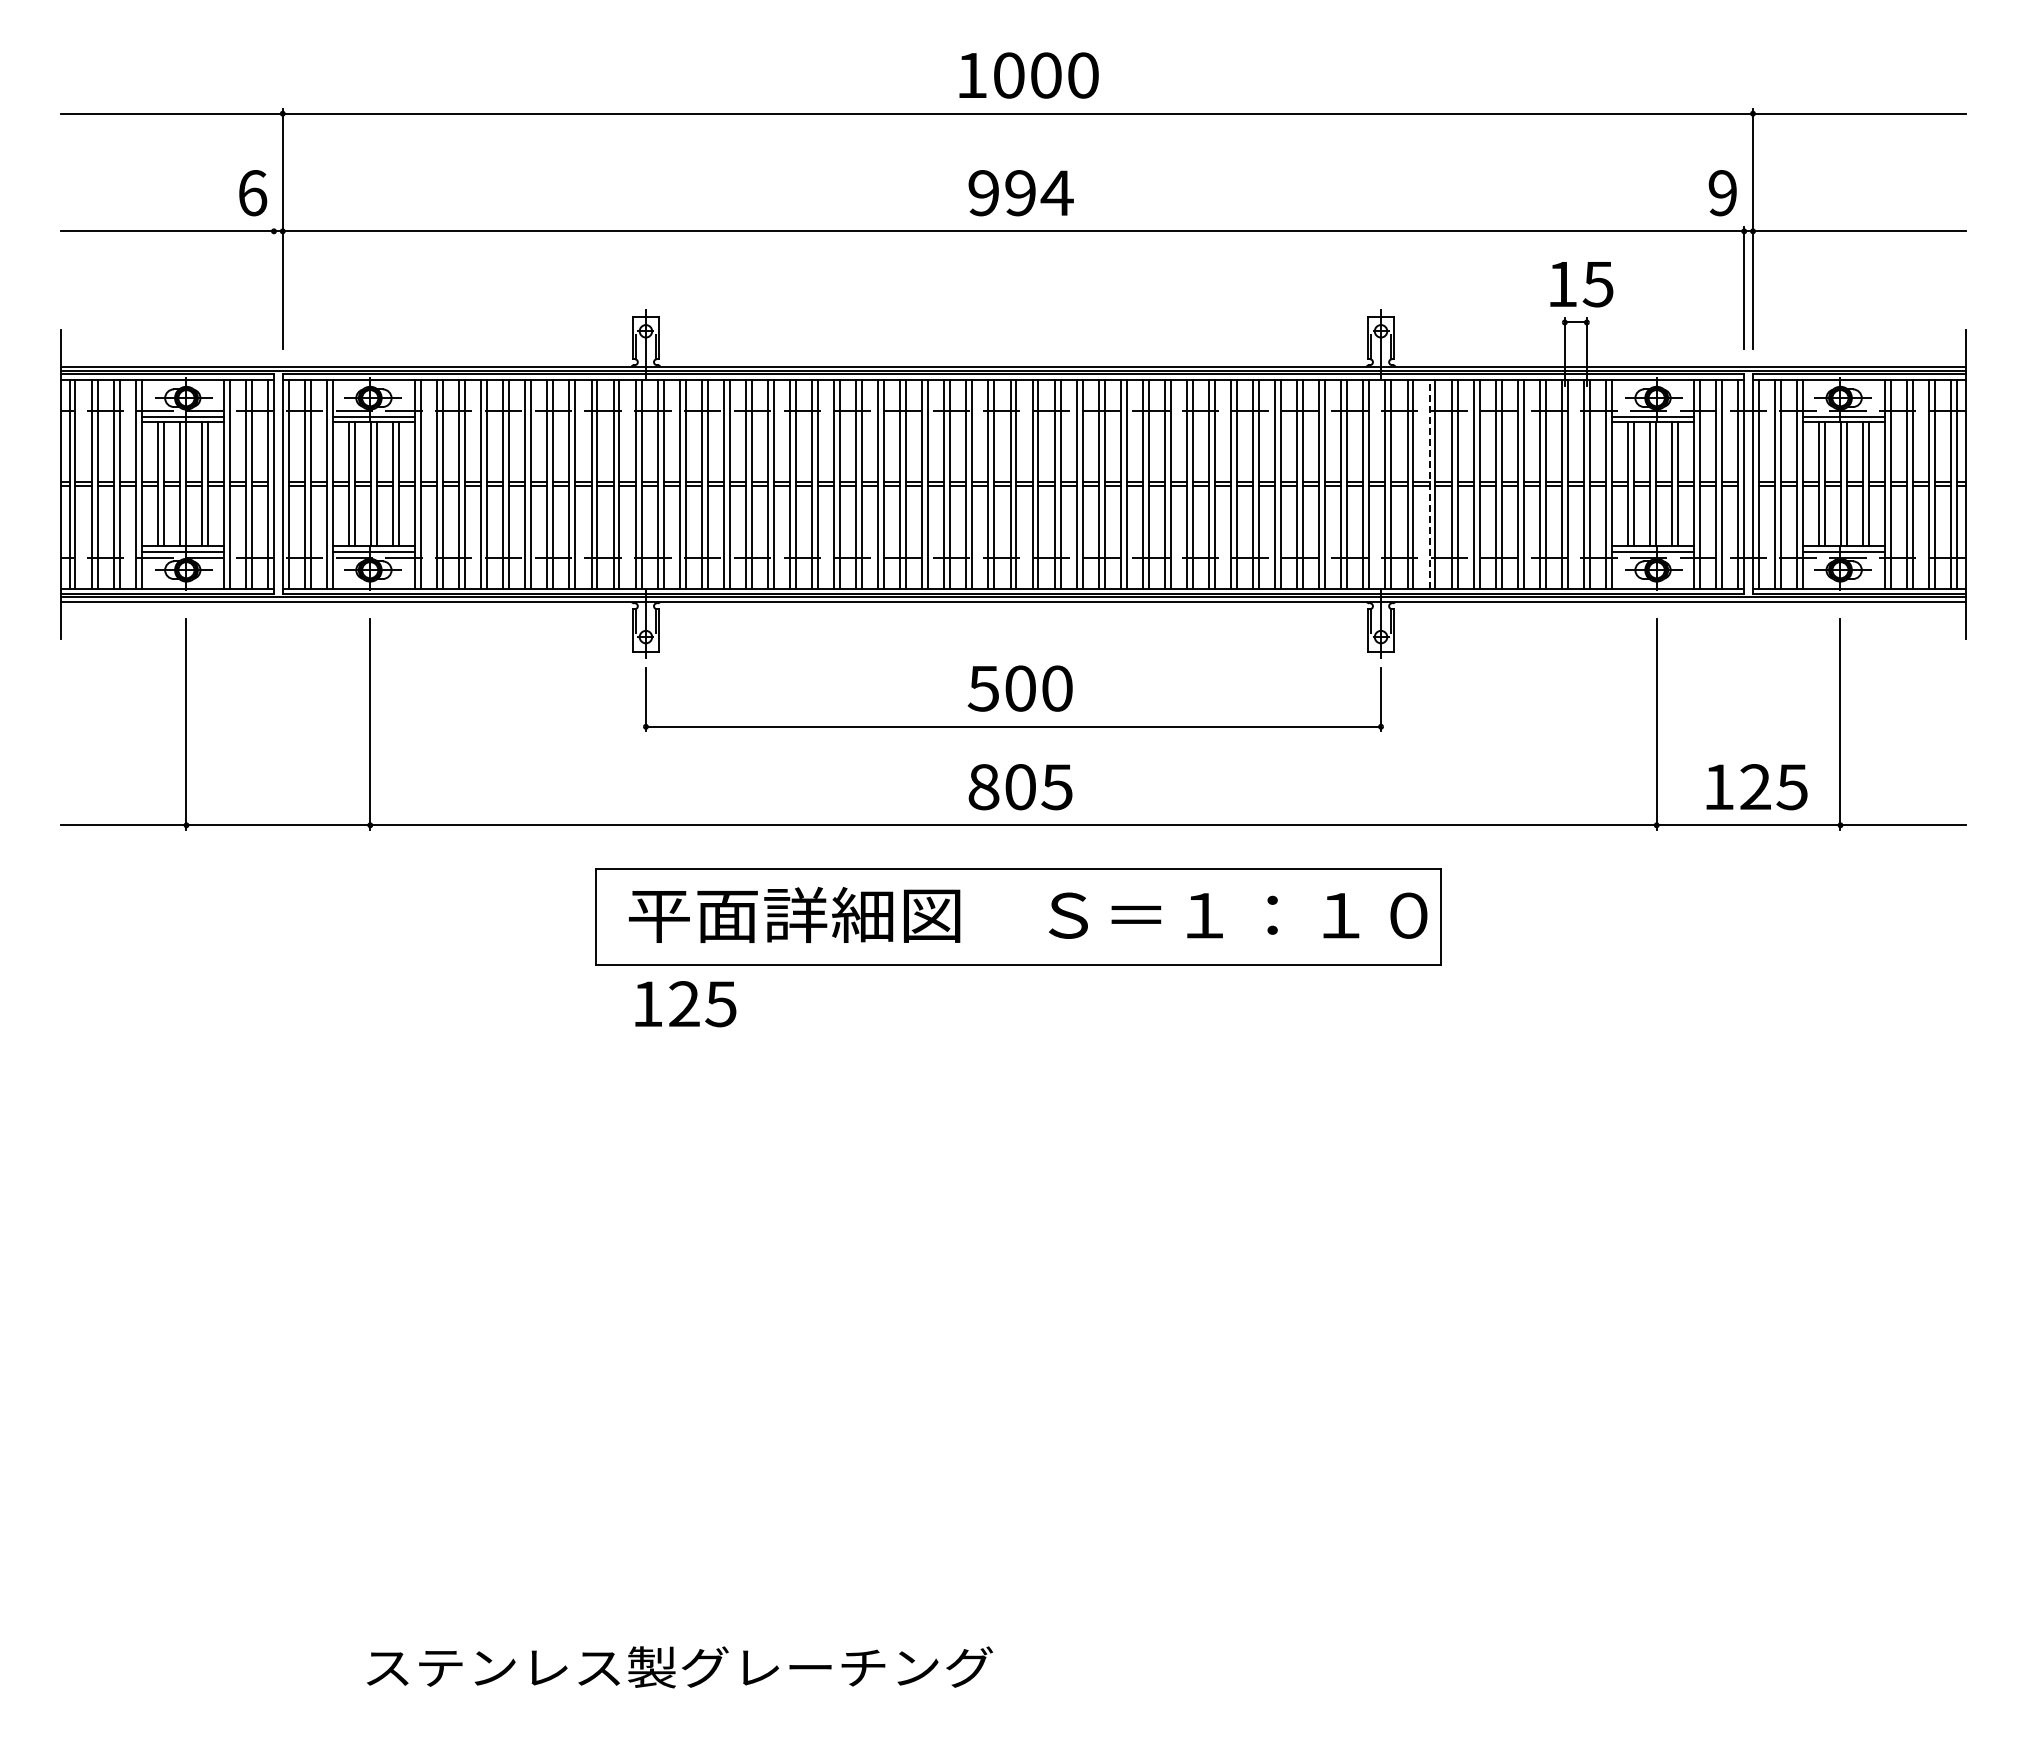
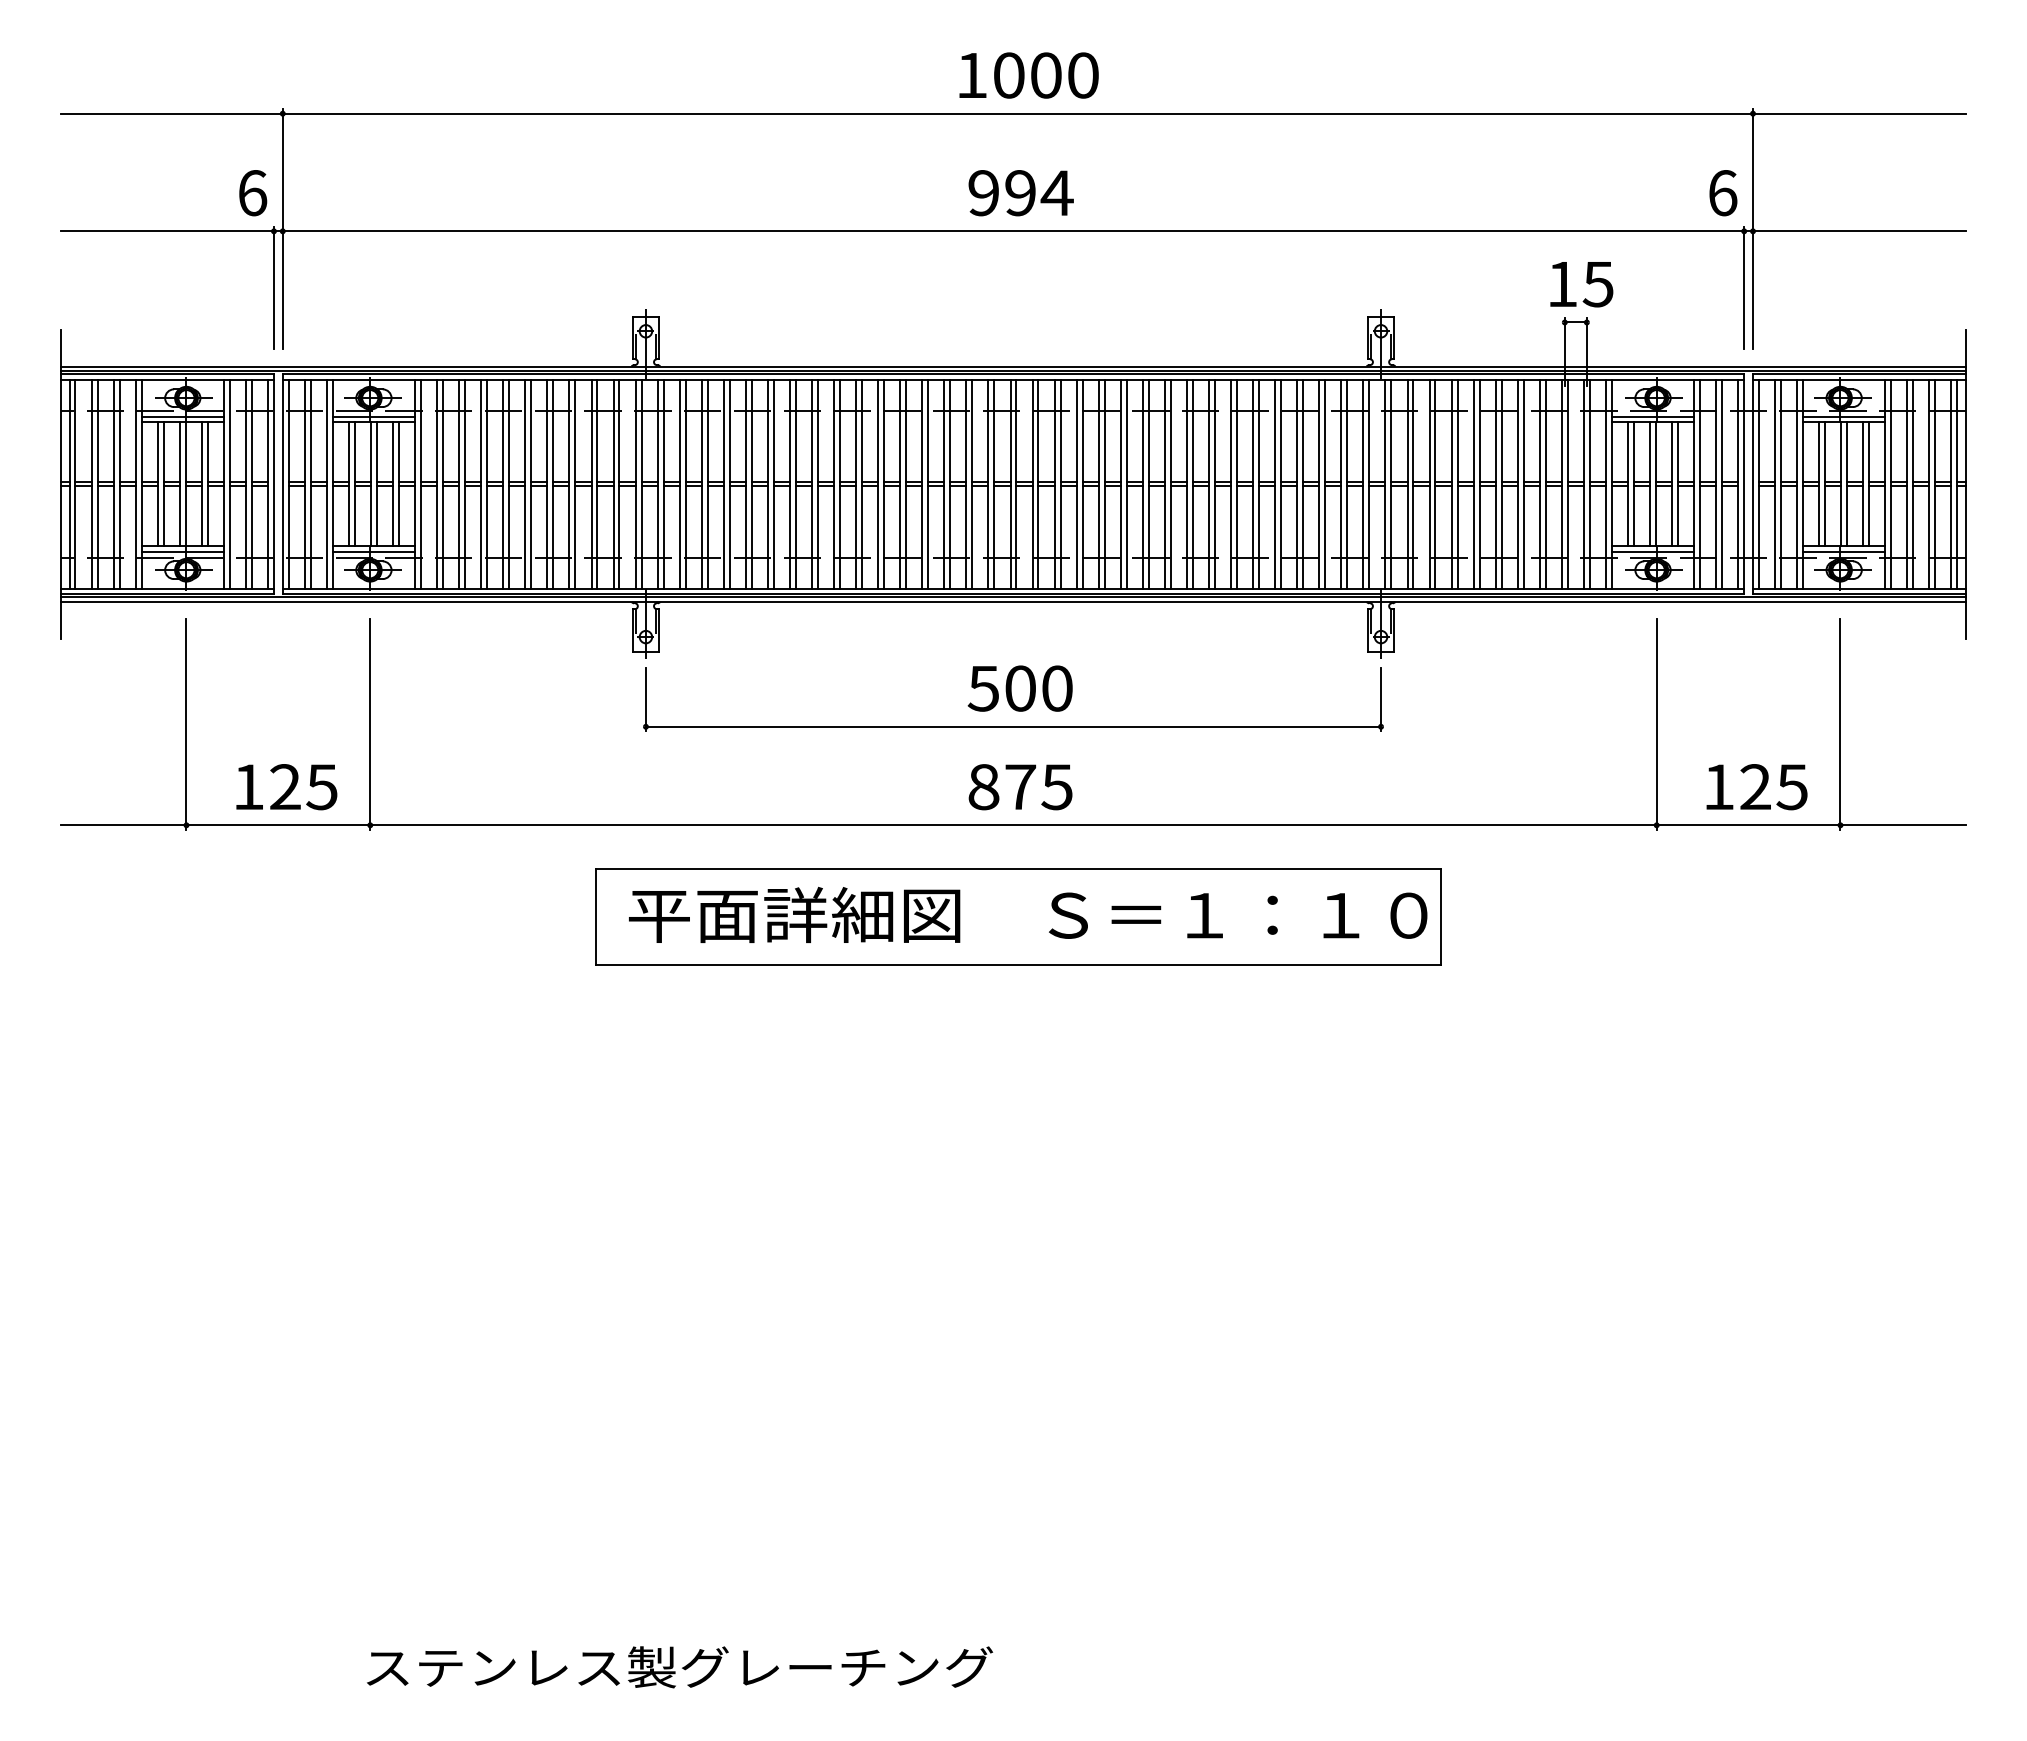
text at (1722, 193): 9 -> 6
line at (273, 287): none -> present
line at (1429, 483): dashed -> solid
text at (1020, 787): 805 -> 875
text at (685, 1004) position: (685, 1004) -> (286, 787)
